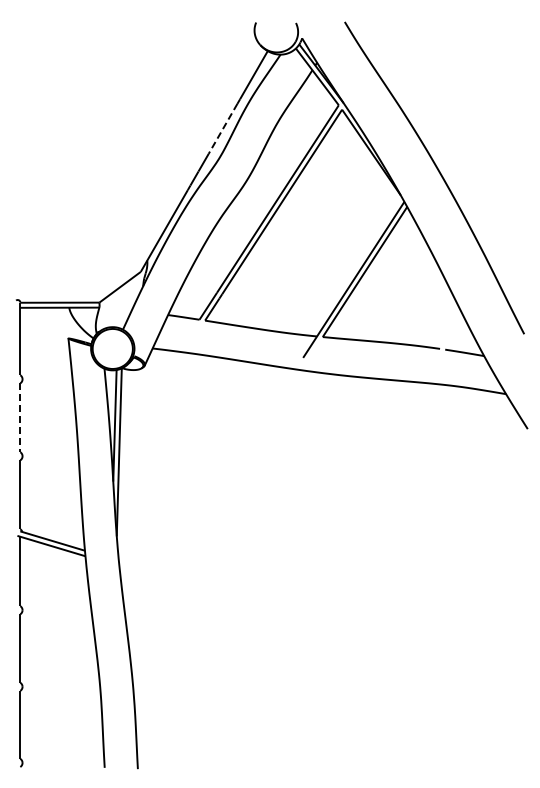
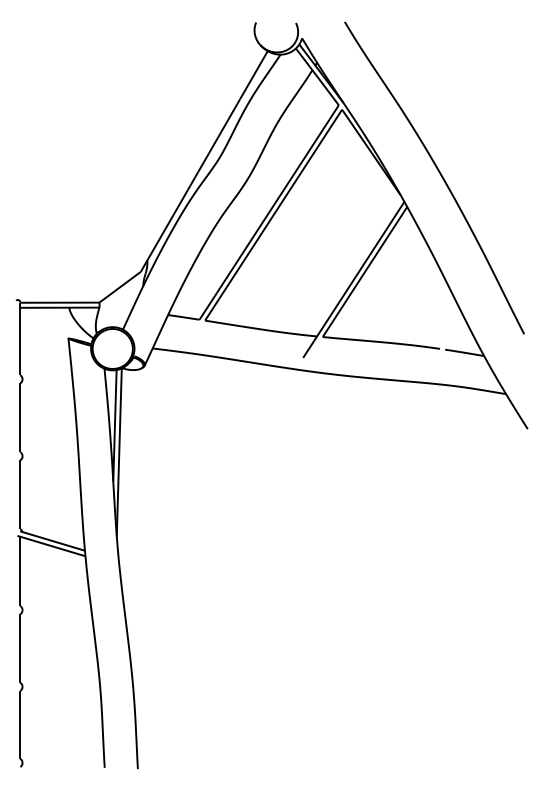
line at (223, 128): dashed -> solid
line at (20, 418): dashed -> solid
